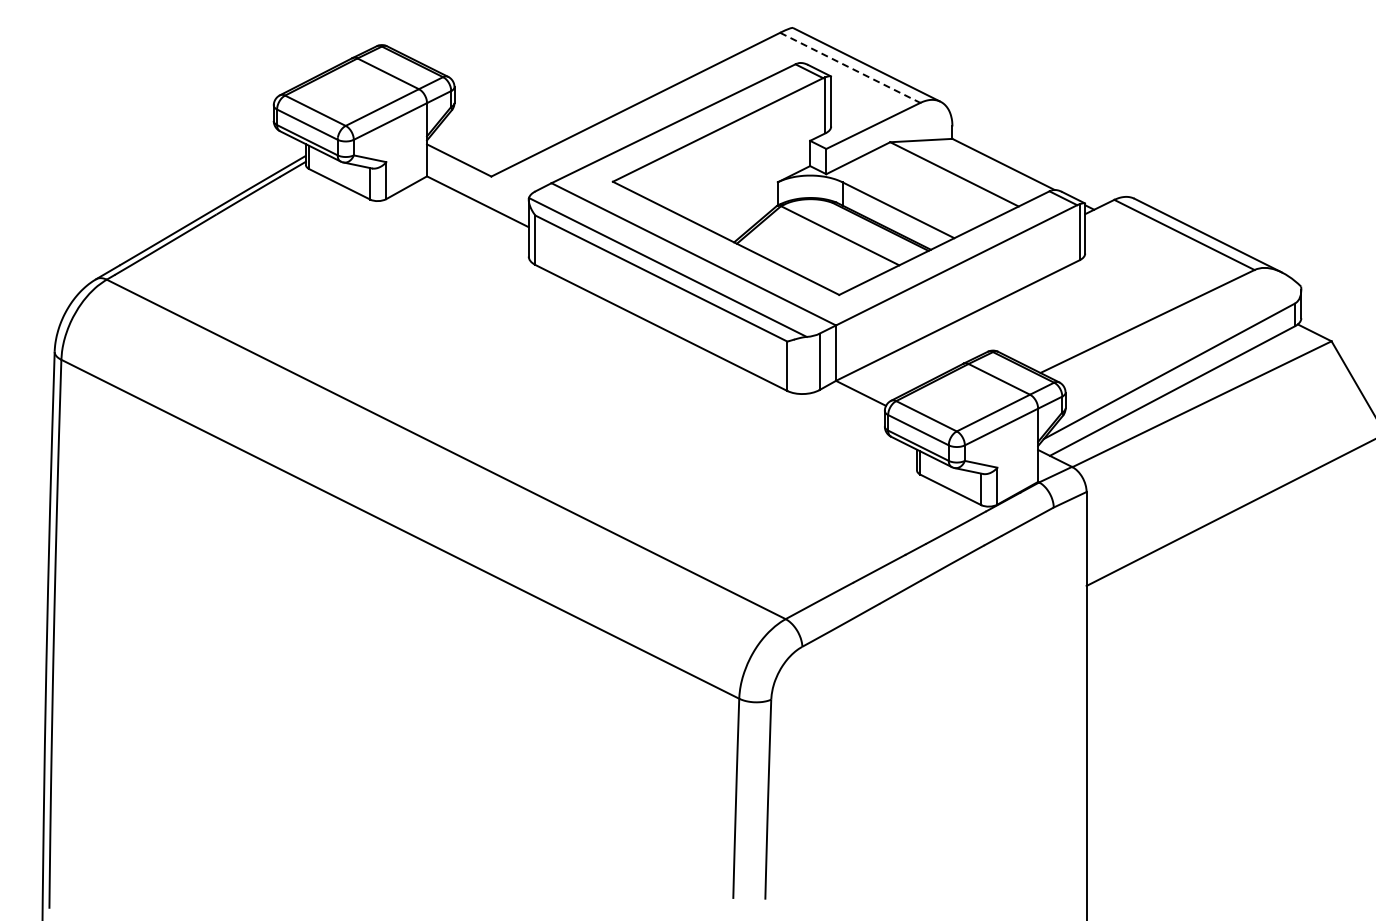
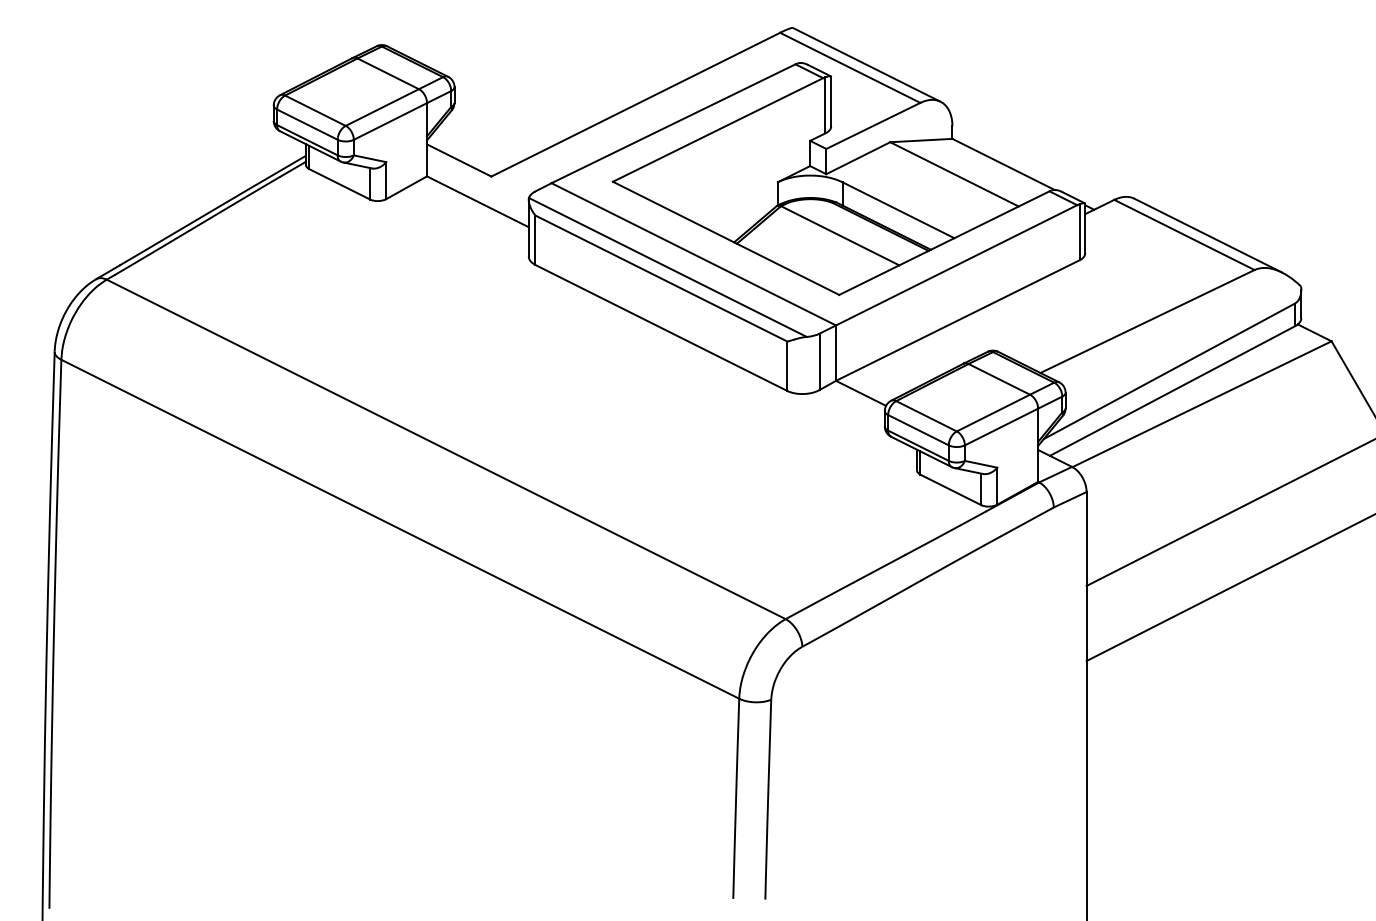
line at (850, 68): dashed -> solid
line at (1229, 588): none -> present
